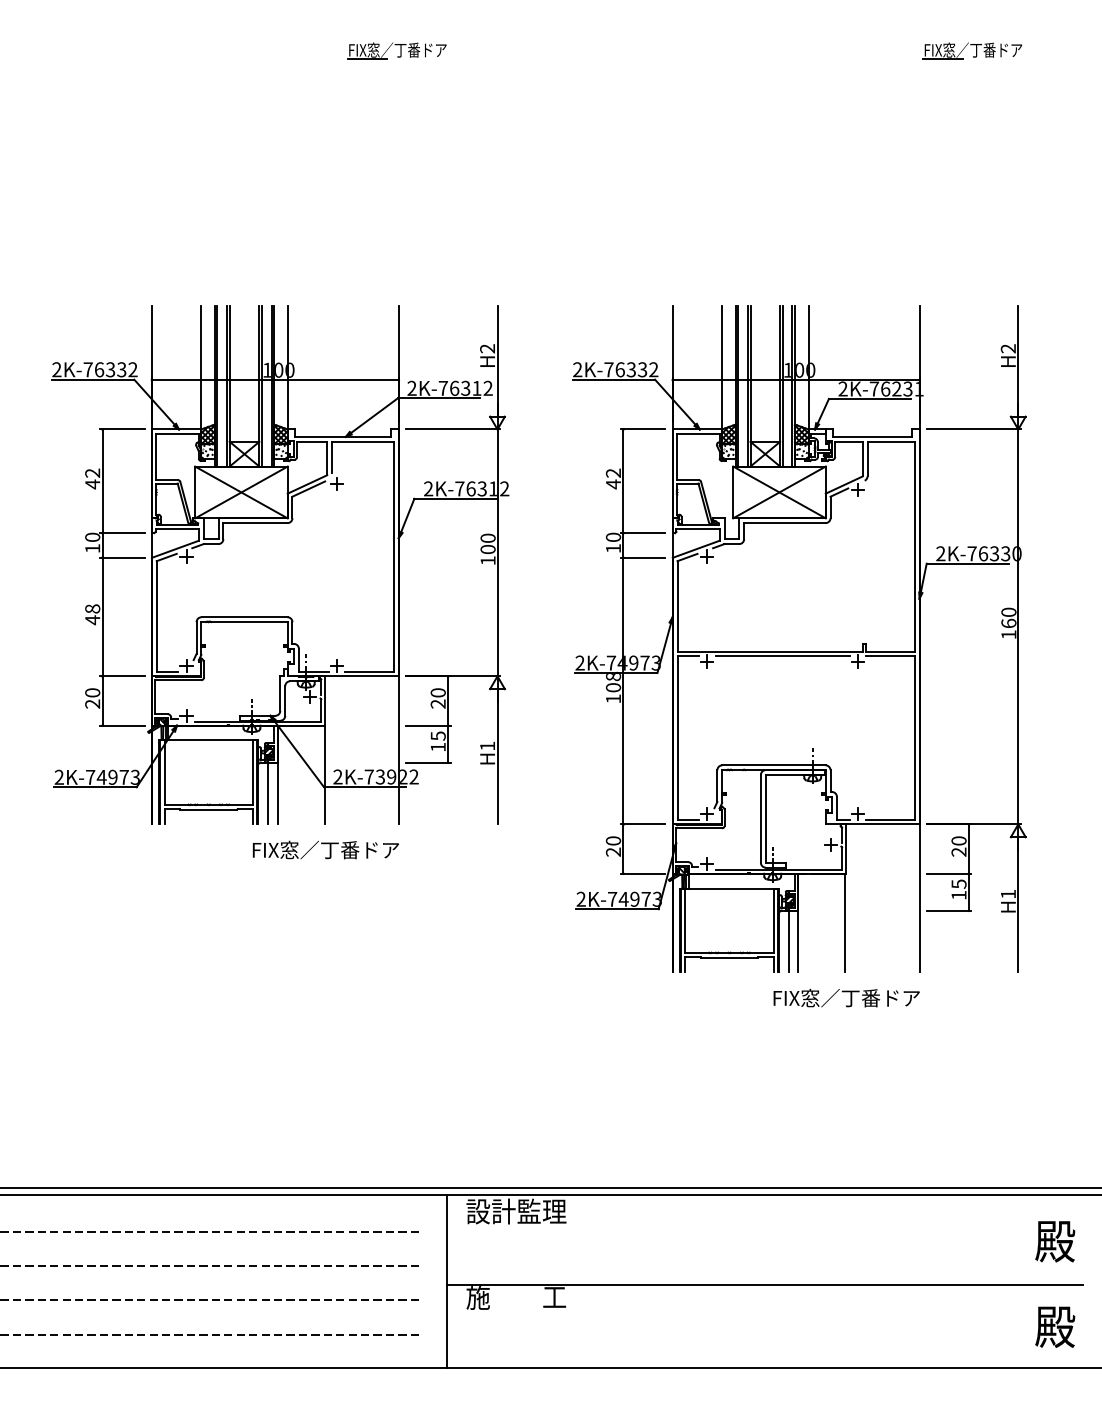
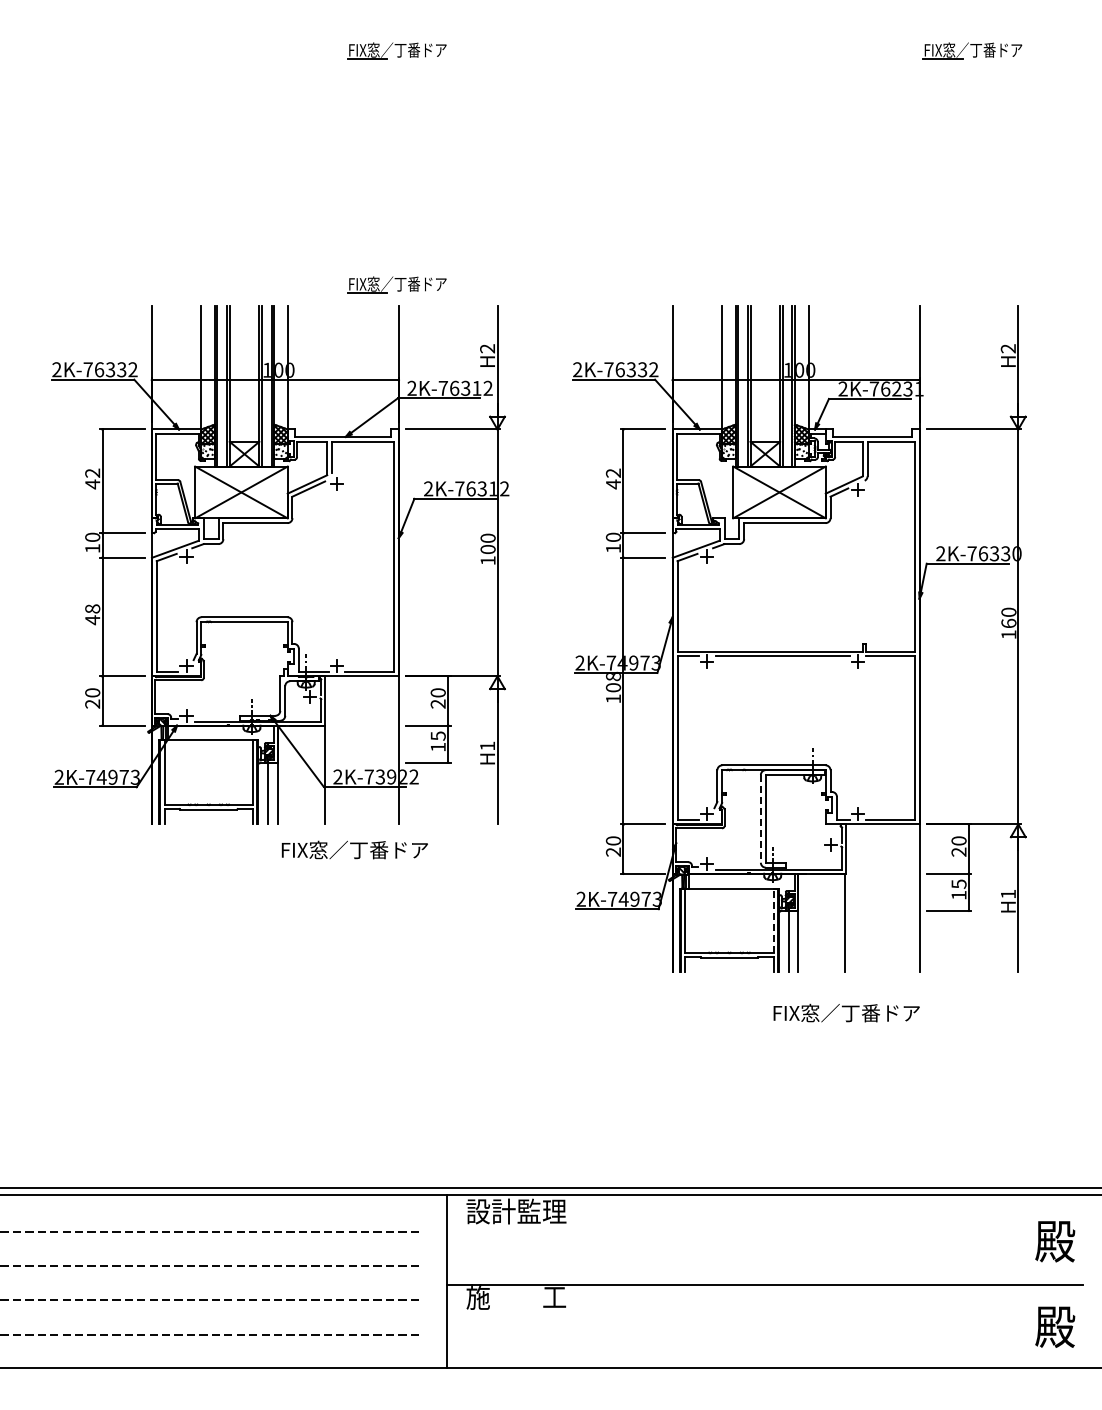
part at (396, 284): none -> present
line at (760, 818): solid -> dashed
text at (325, 849) position: (325, 849) -> (354, 849)
line at (773, 920): solid -> dashed
text at (846, 997) position: (846, 997) -> (846, 1012)
